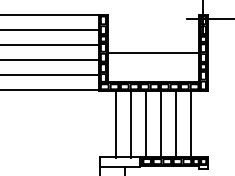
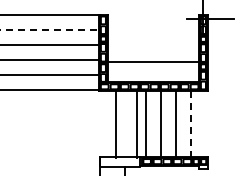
line at (50, 30): solid -> dashed
line at (153, 52) position: (153, 52) -> (153, 61)
line at (130, 123) position: (130, 123) -> (136, 123)
line at (190, 124): solid -> dashed
